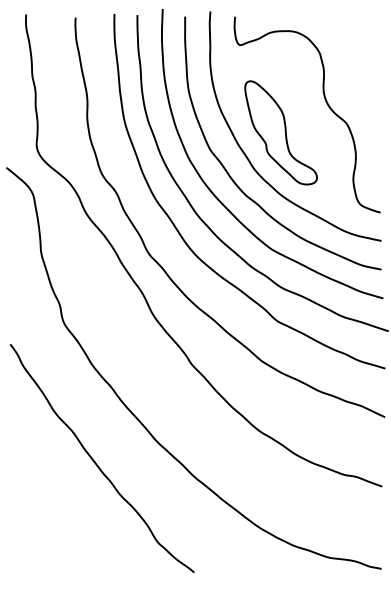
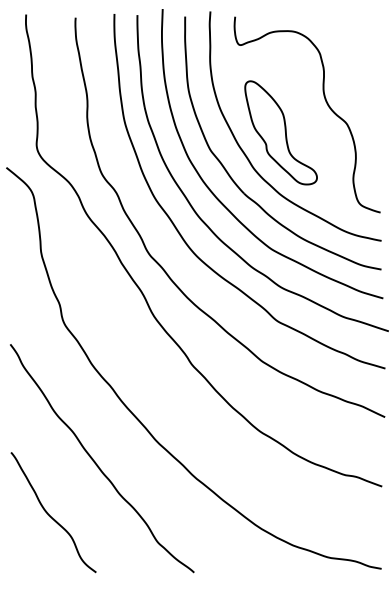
curve at (50, 515): none -> present
